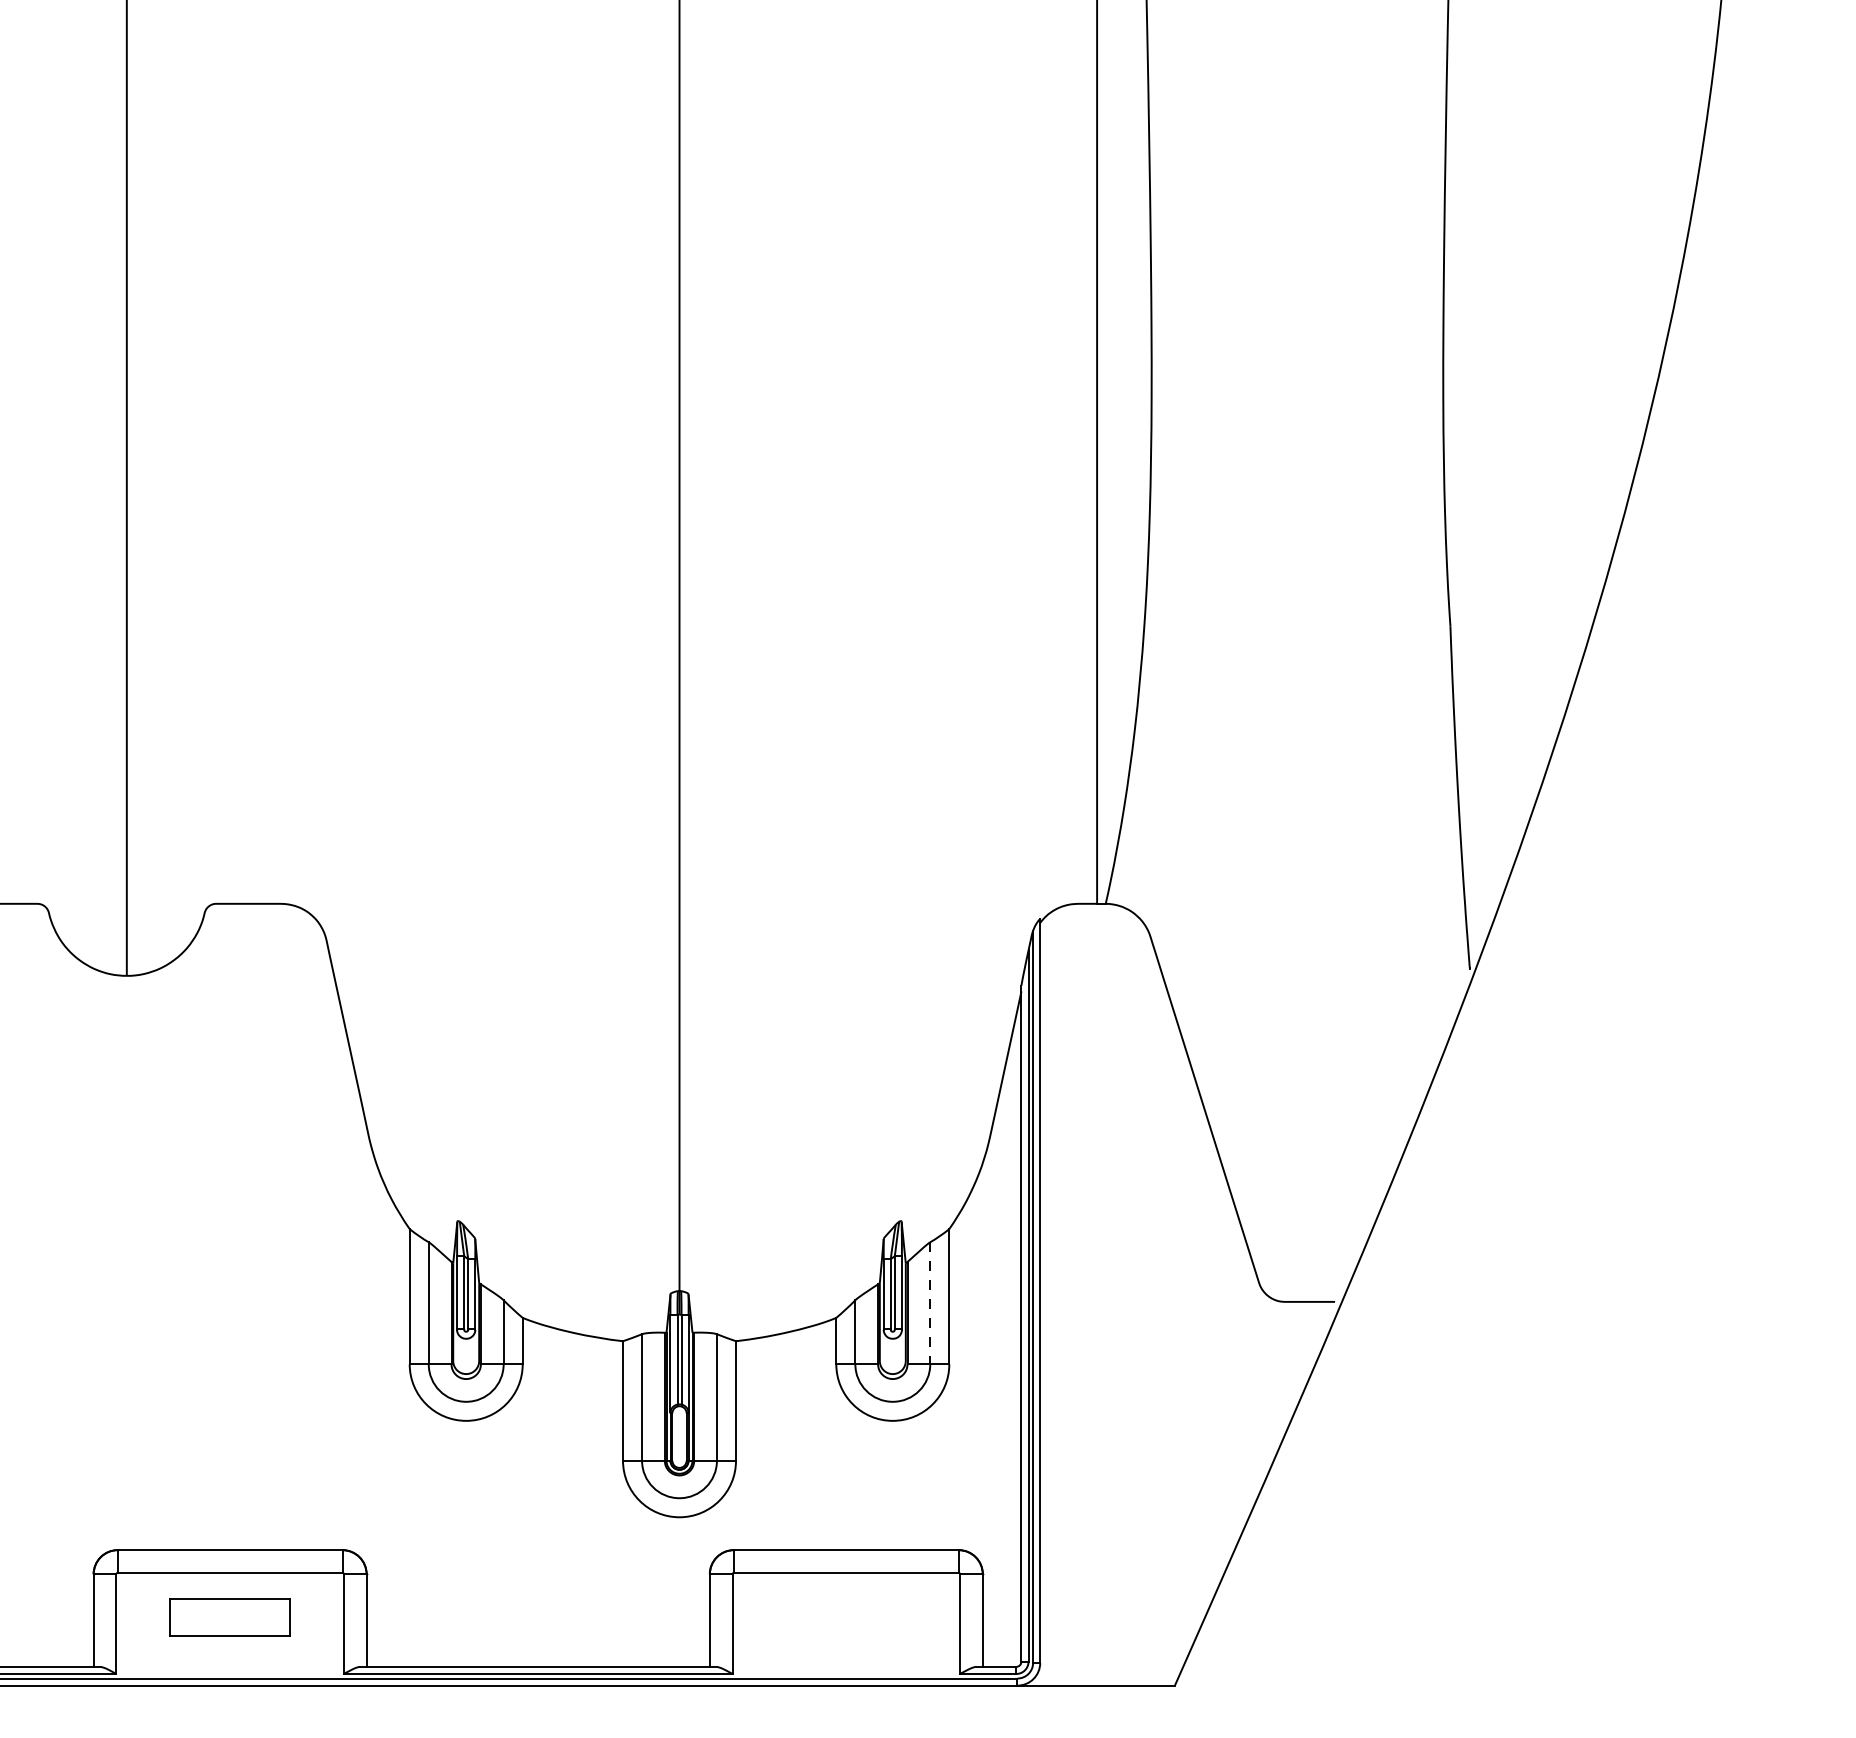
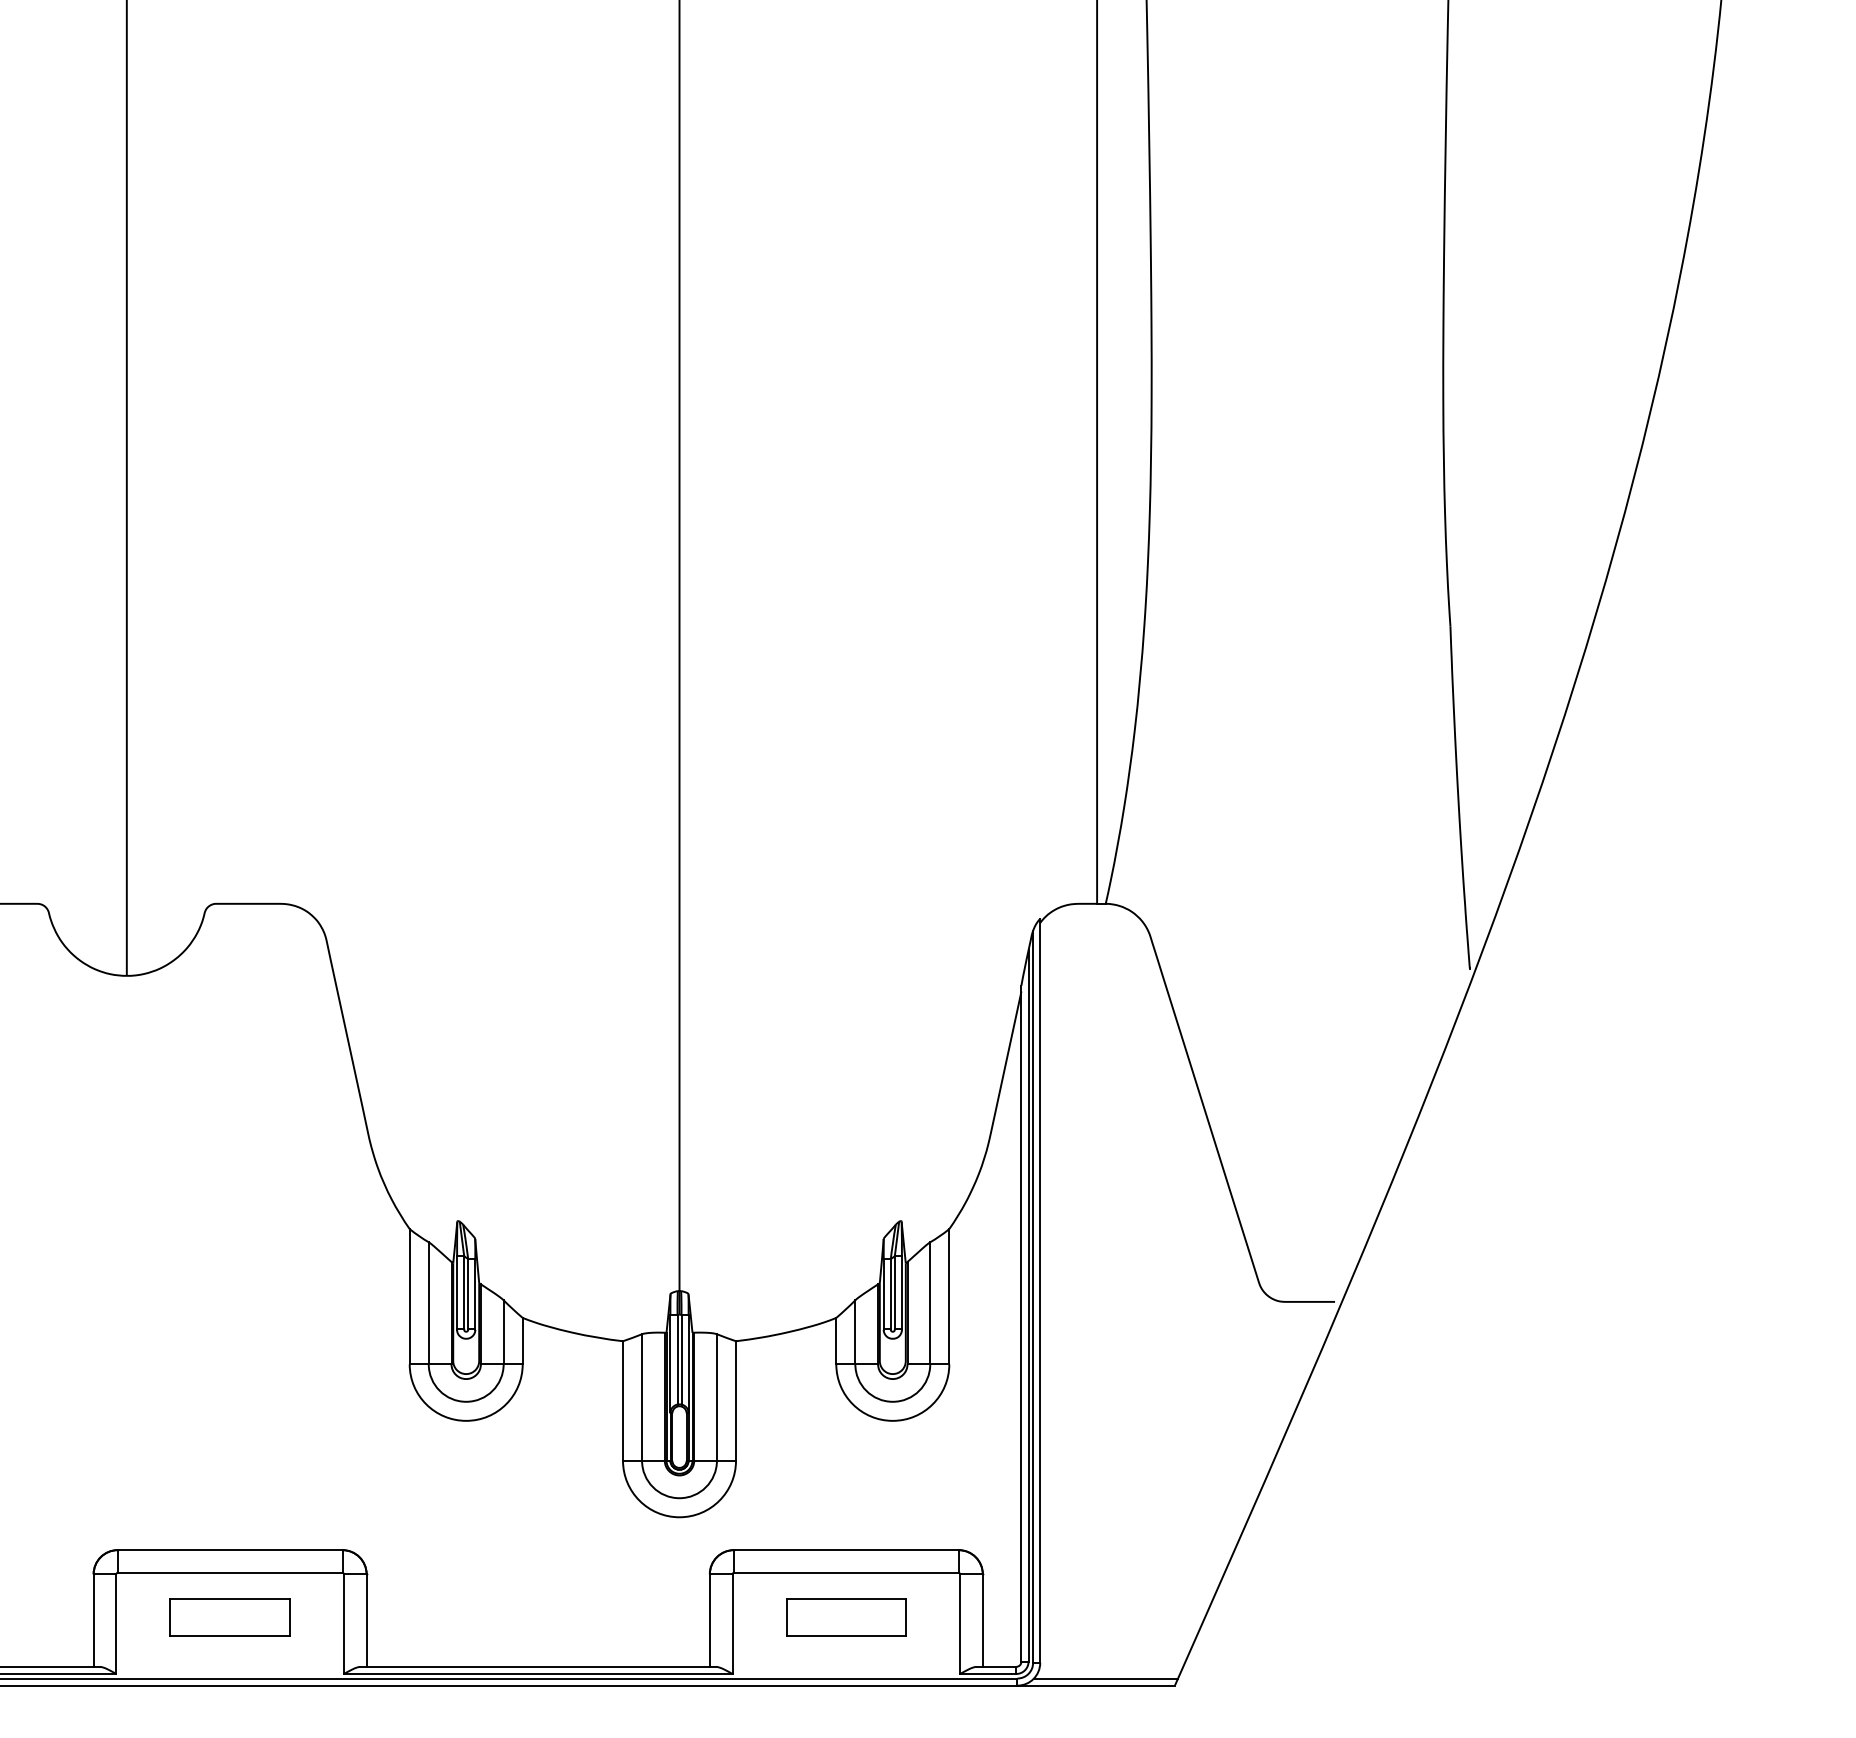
line at (930, 1303): dashed -> solid
part at (846, 1617): none -> present
line at (1105, 1678): none -> present
